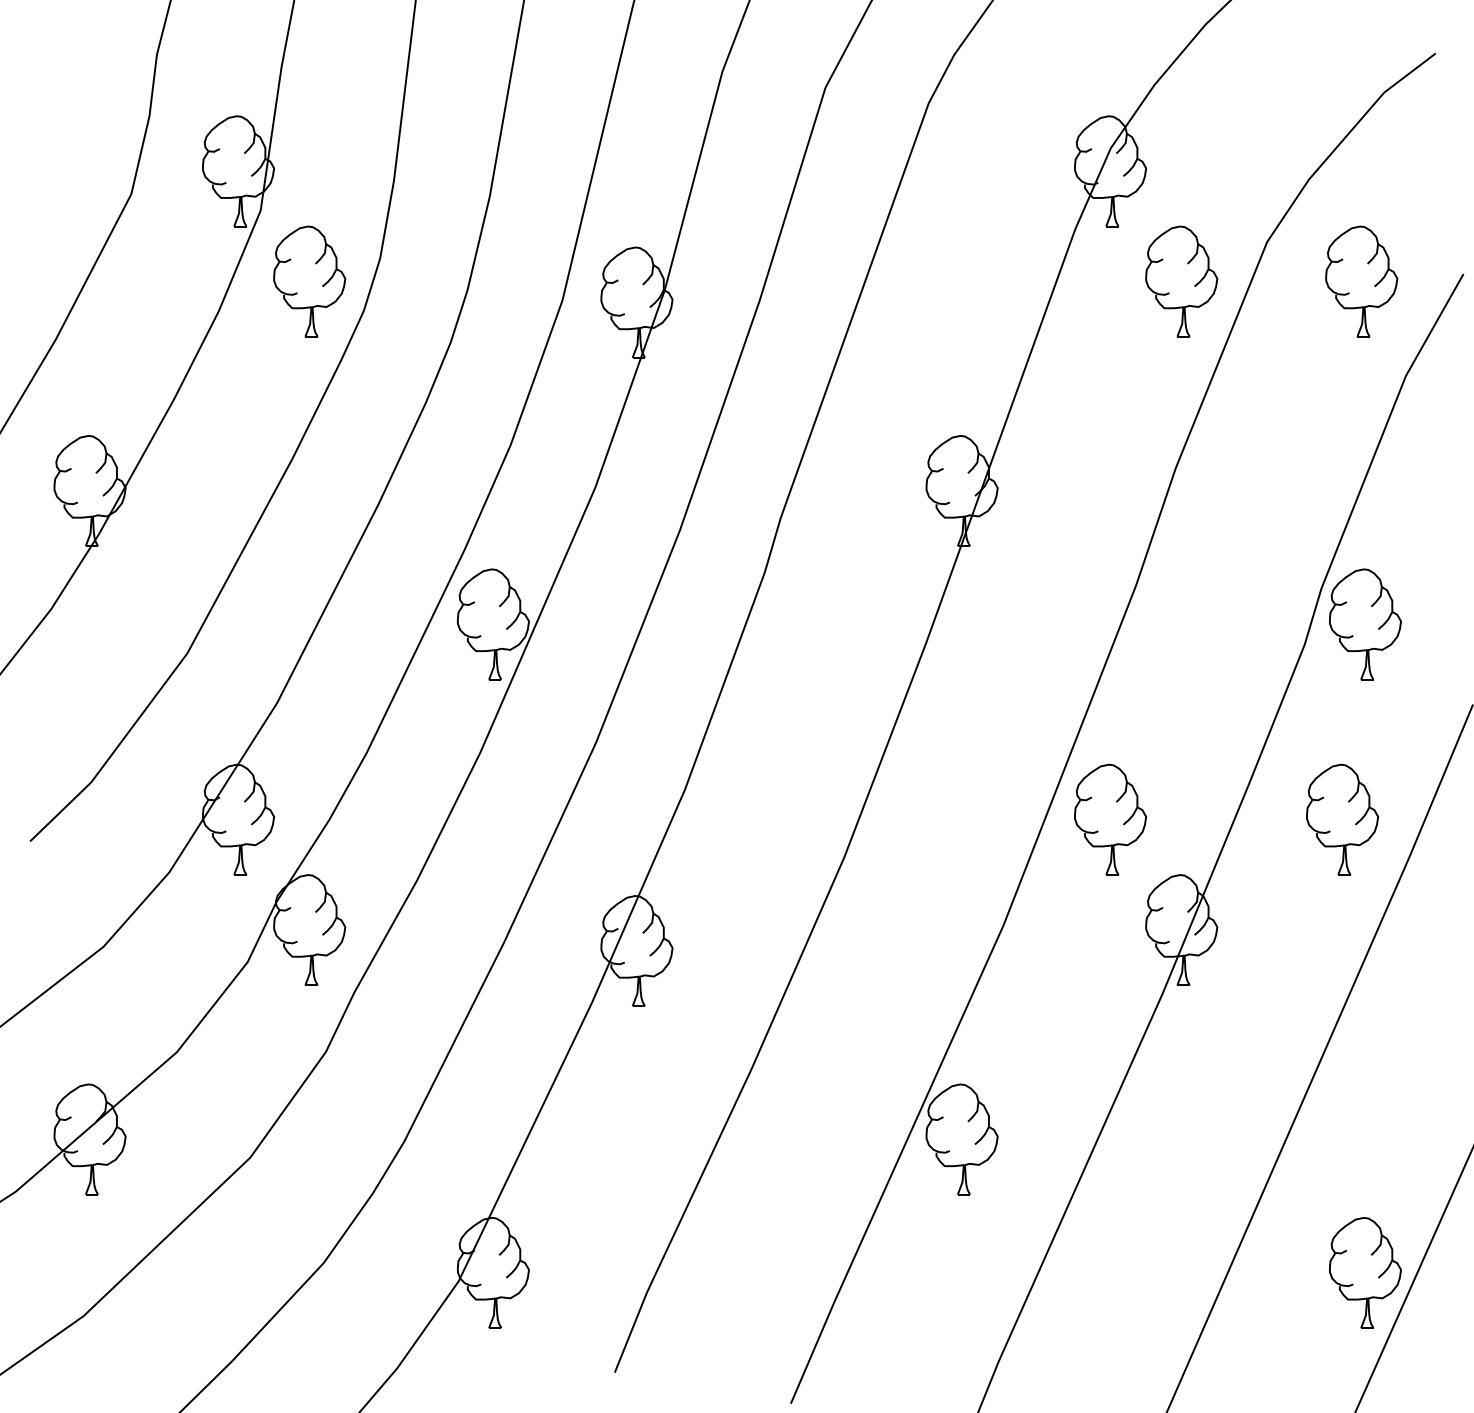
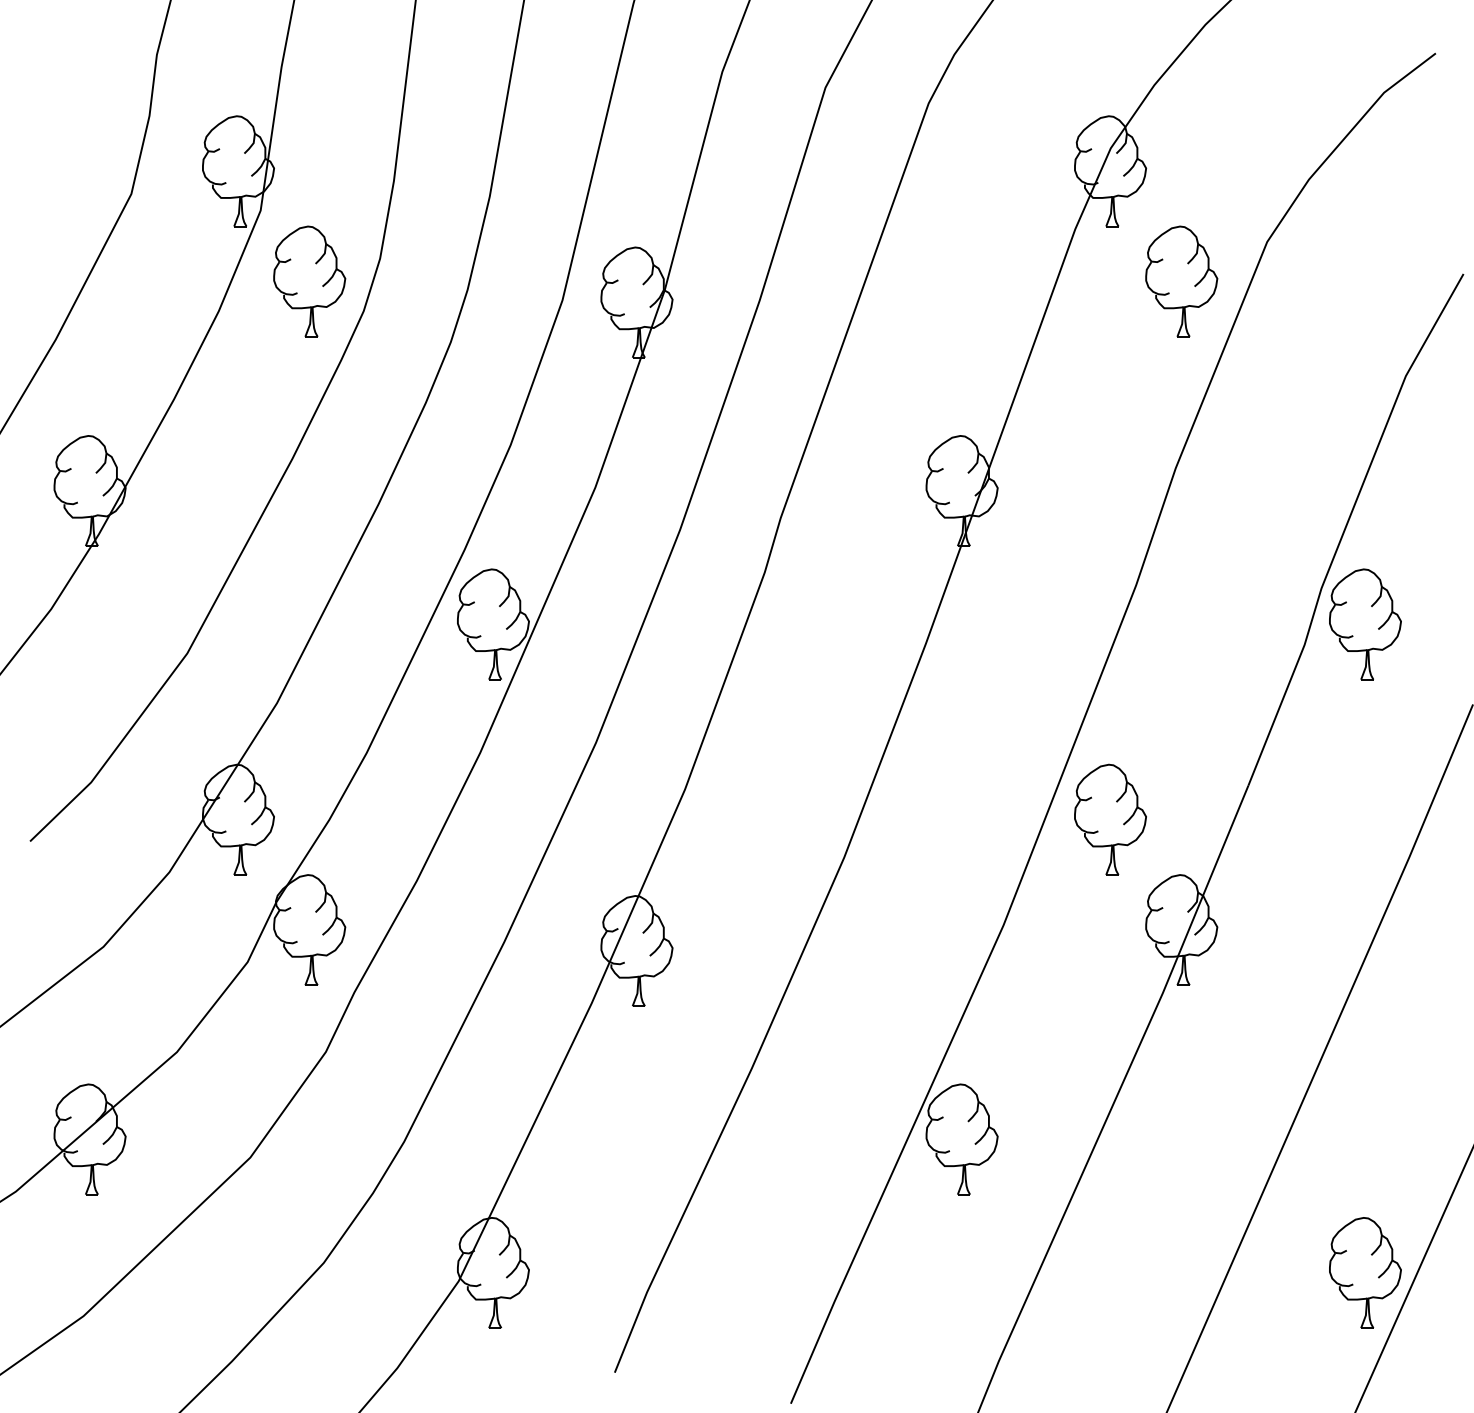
part at (1361, 281): present -> none
part at (1342, 819): present -> none
